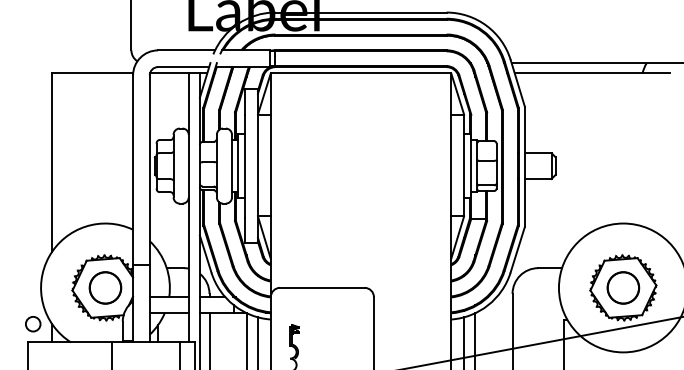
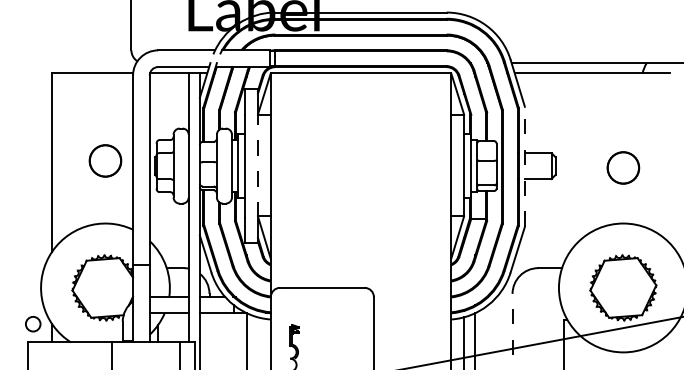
line at (257, 166): solid -> dashed
line at (524, 166): solid -> dashed
part at (105, 287) position: (105, 287) -> (105, 160)
part at (623, 287) position: (623, 287) -> (623, 167)
line at (512, 331): solid -> dashed
line at (209, 339): present -> none
line at (257, 341): present -> none
